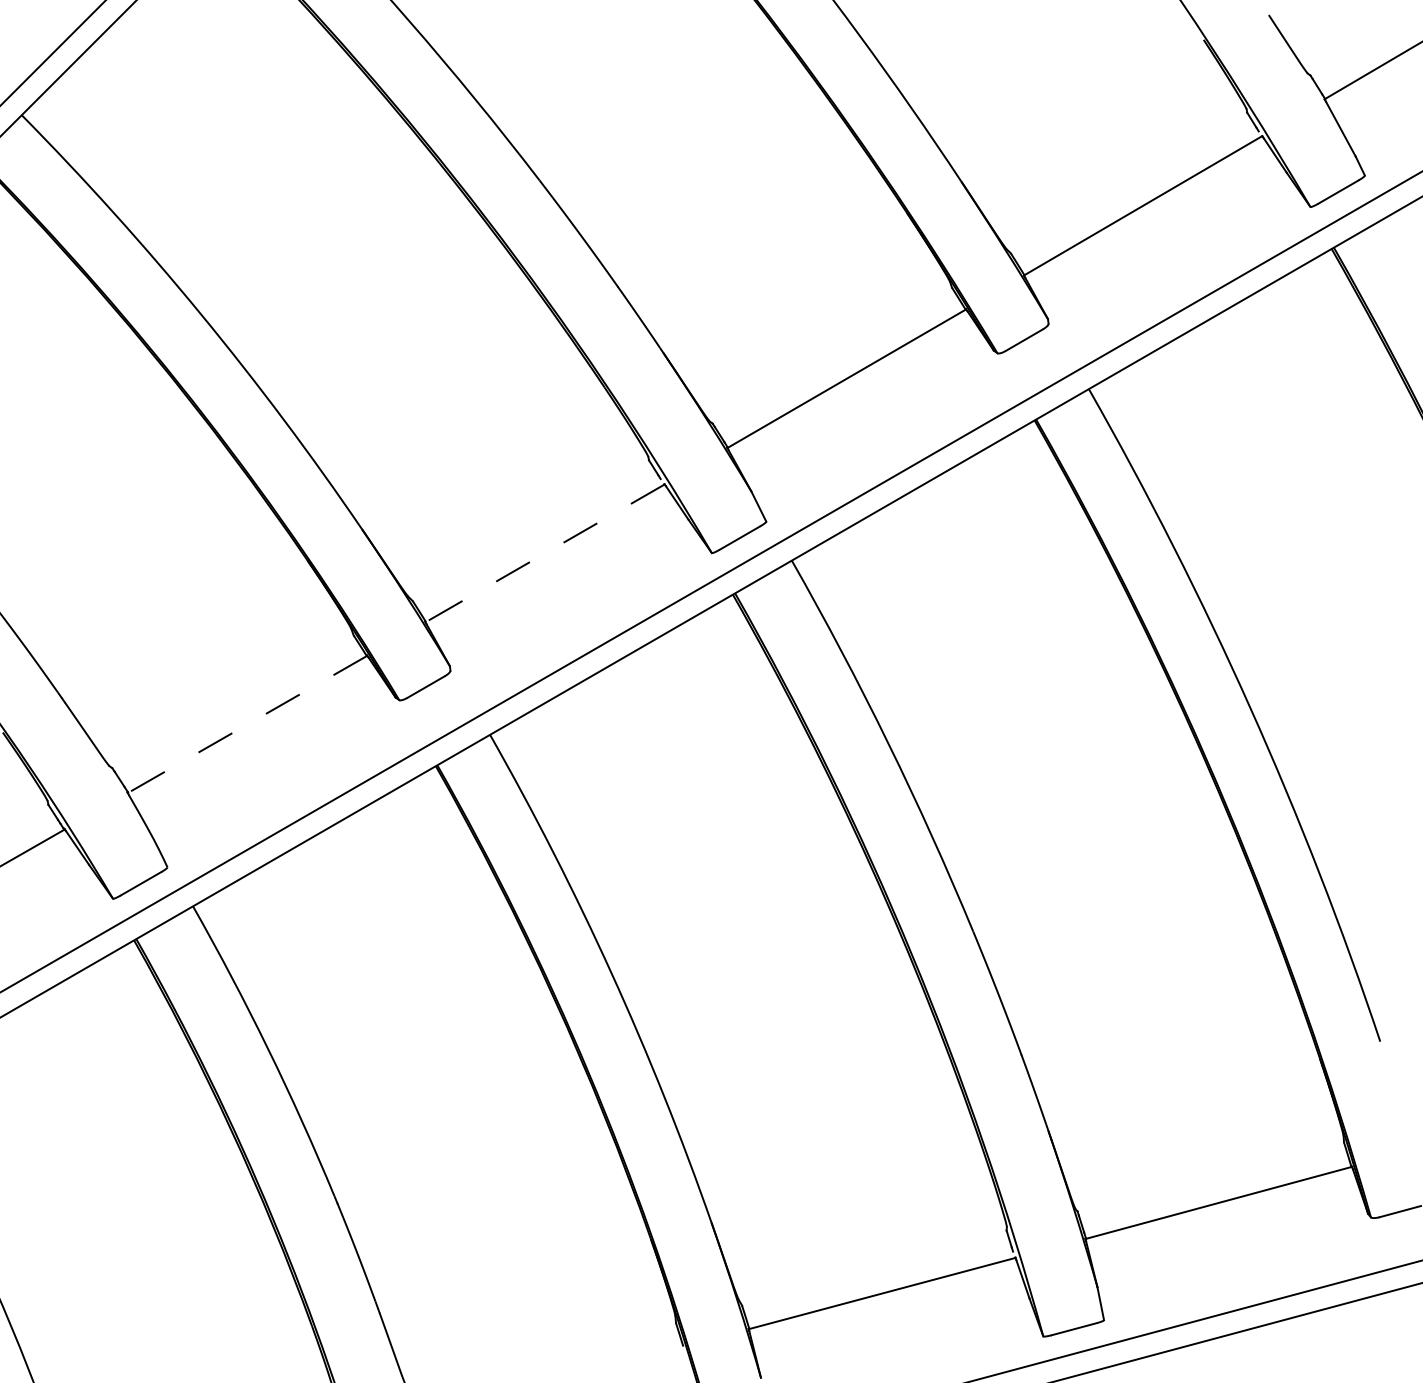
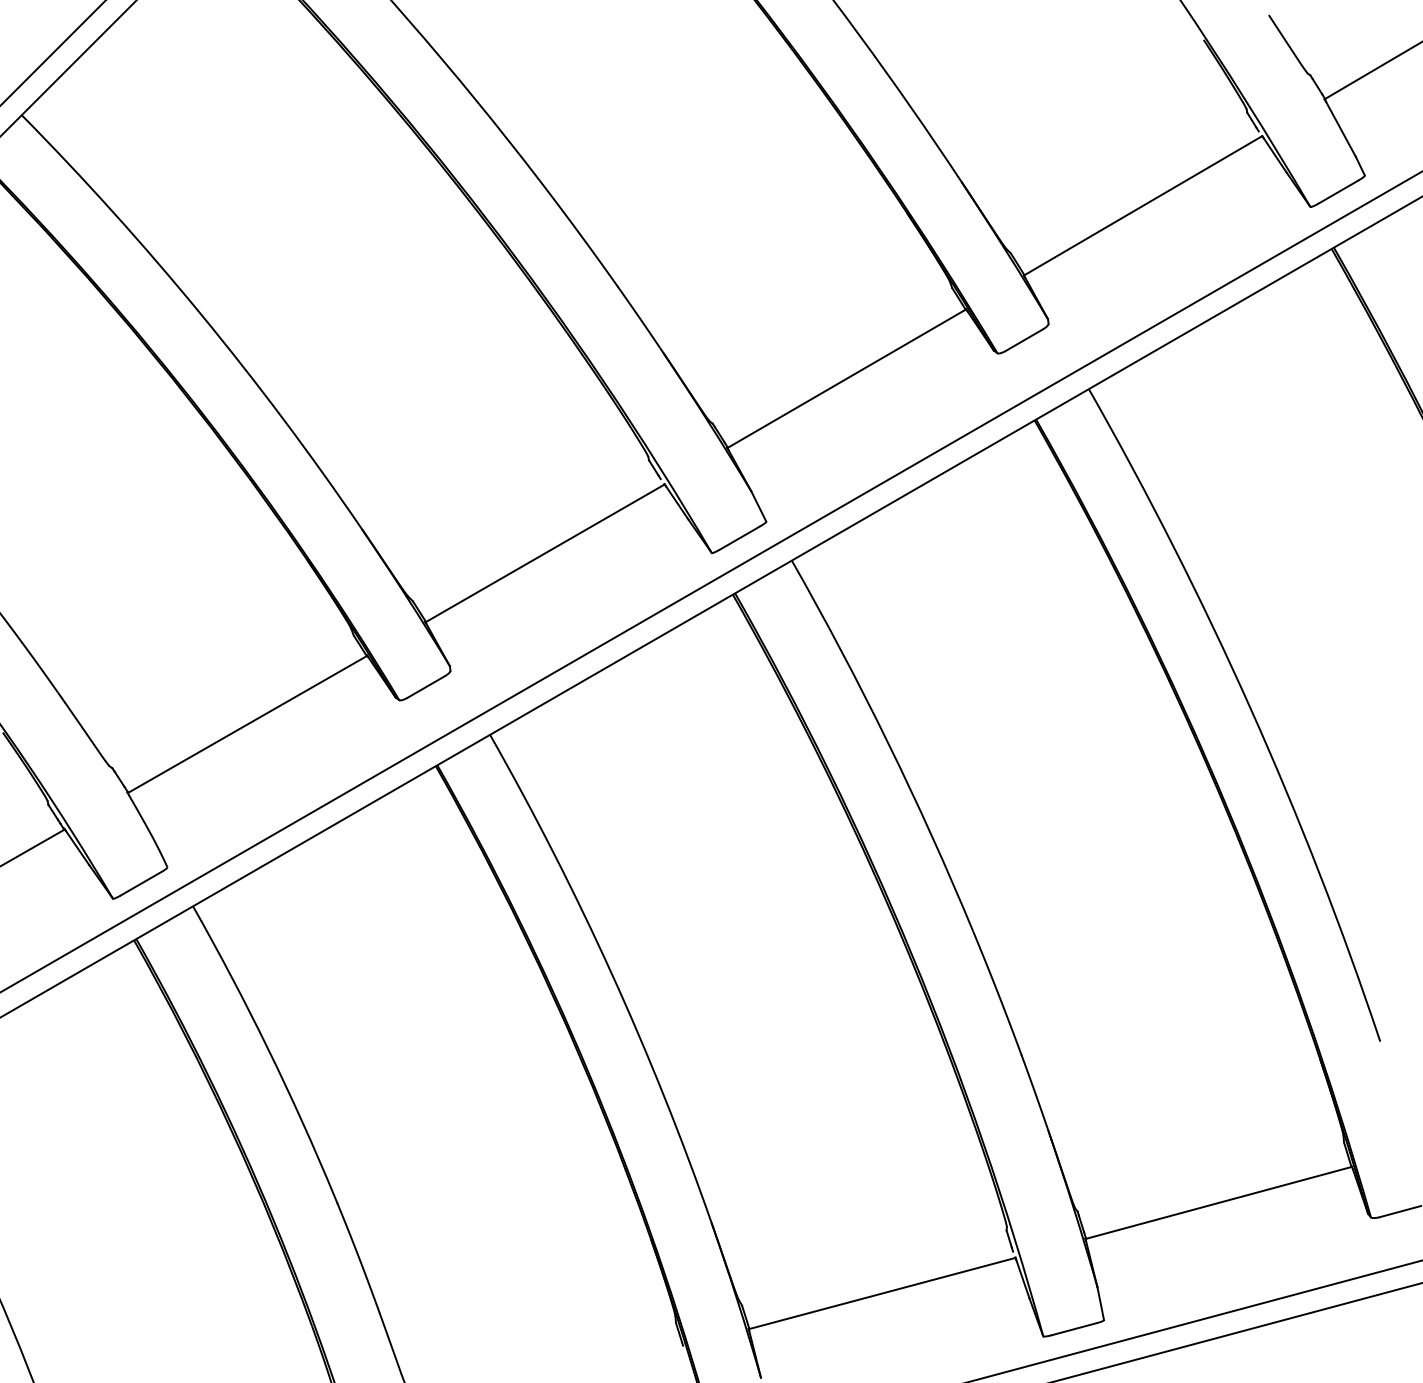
line at (545, 553): dashed -> solid
line at (247, 724): dashed -> solid
